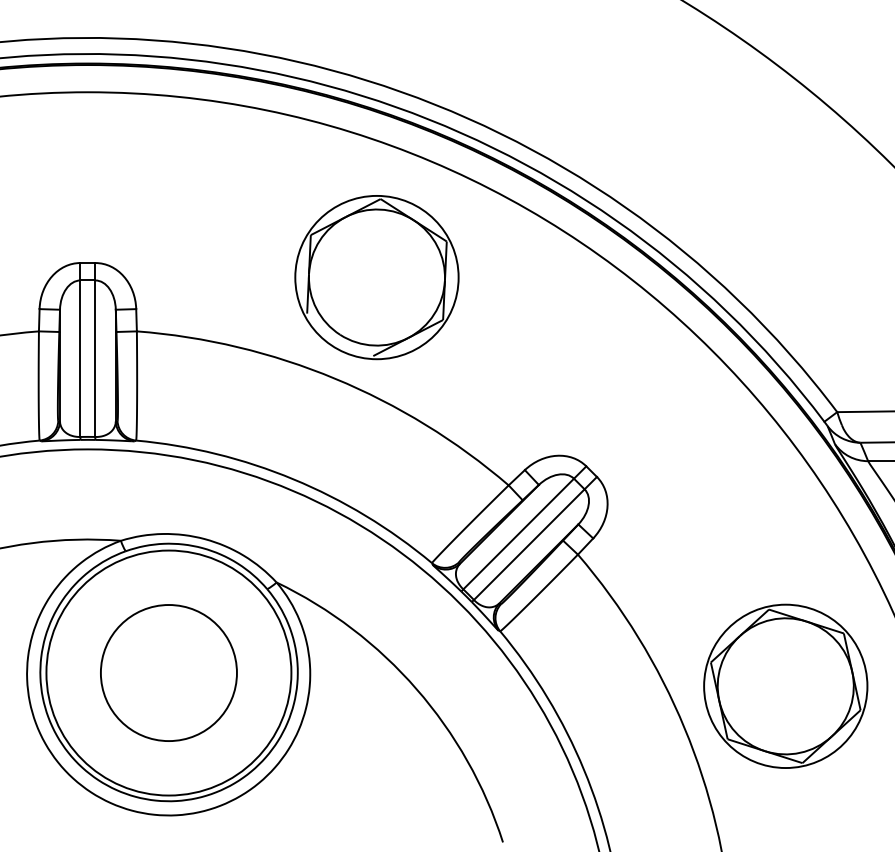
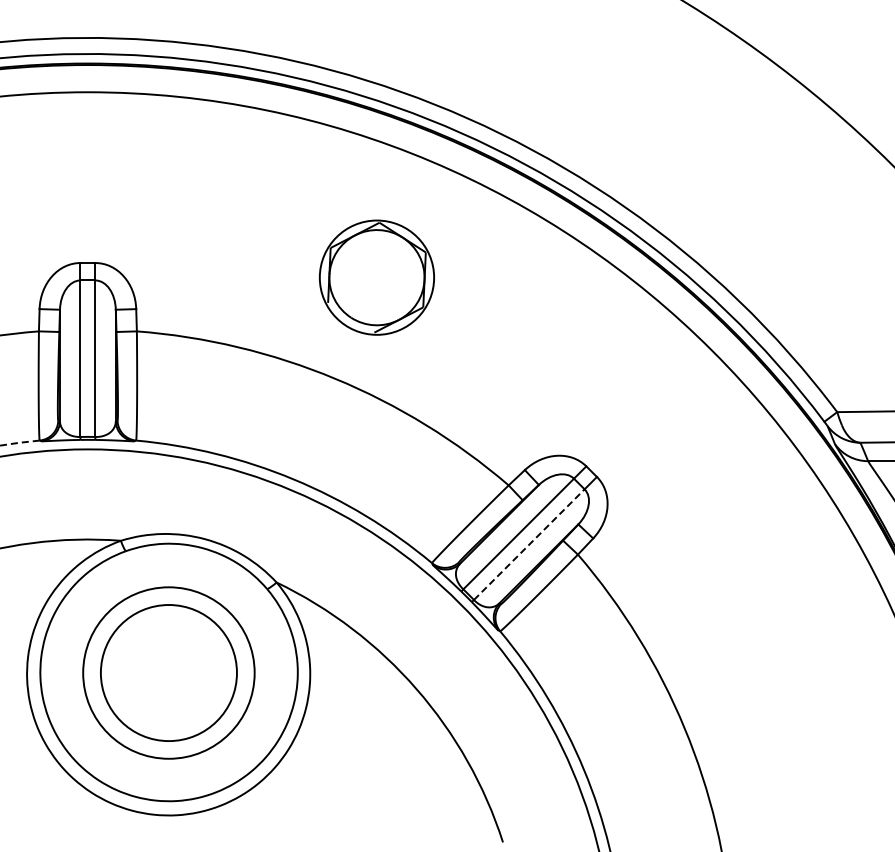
part at (376, 277) size: 166x166 px -> 117x117 px
arc at (19, 442): solid -> dashed
line at (529, 544): solid -> dashed
circle at (168, 672) diameter: 245 px -> 171 px
part at (785, 685): present -> none
